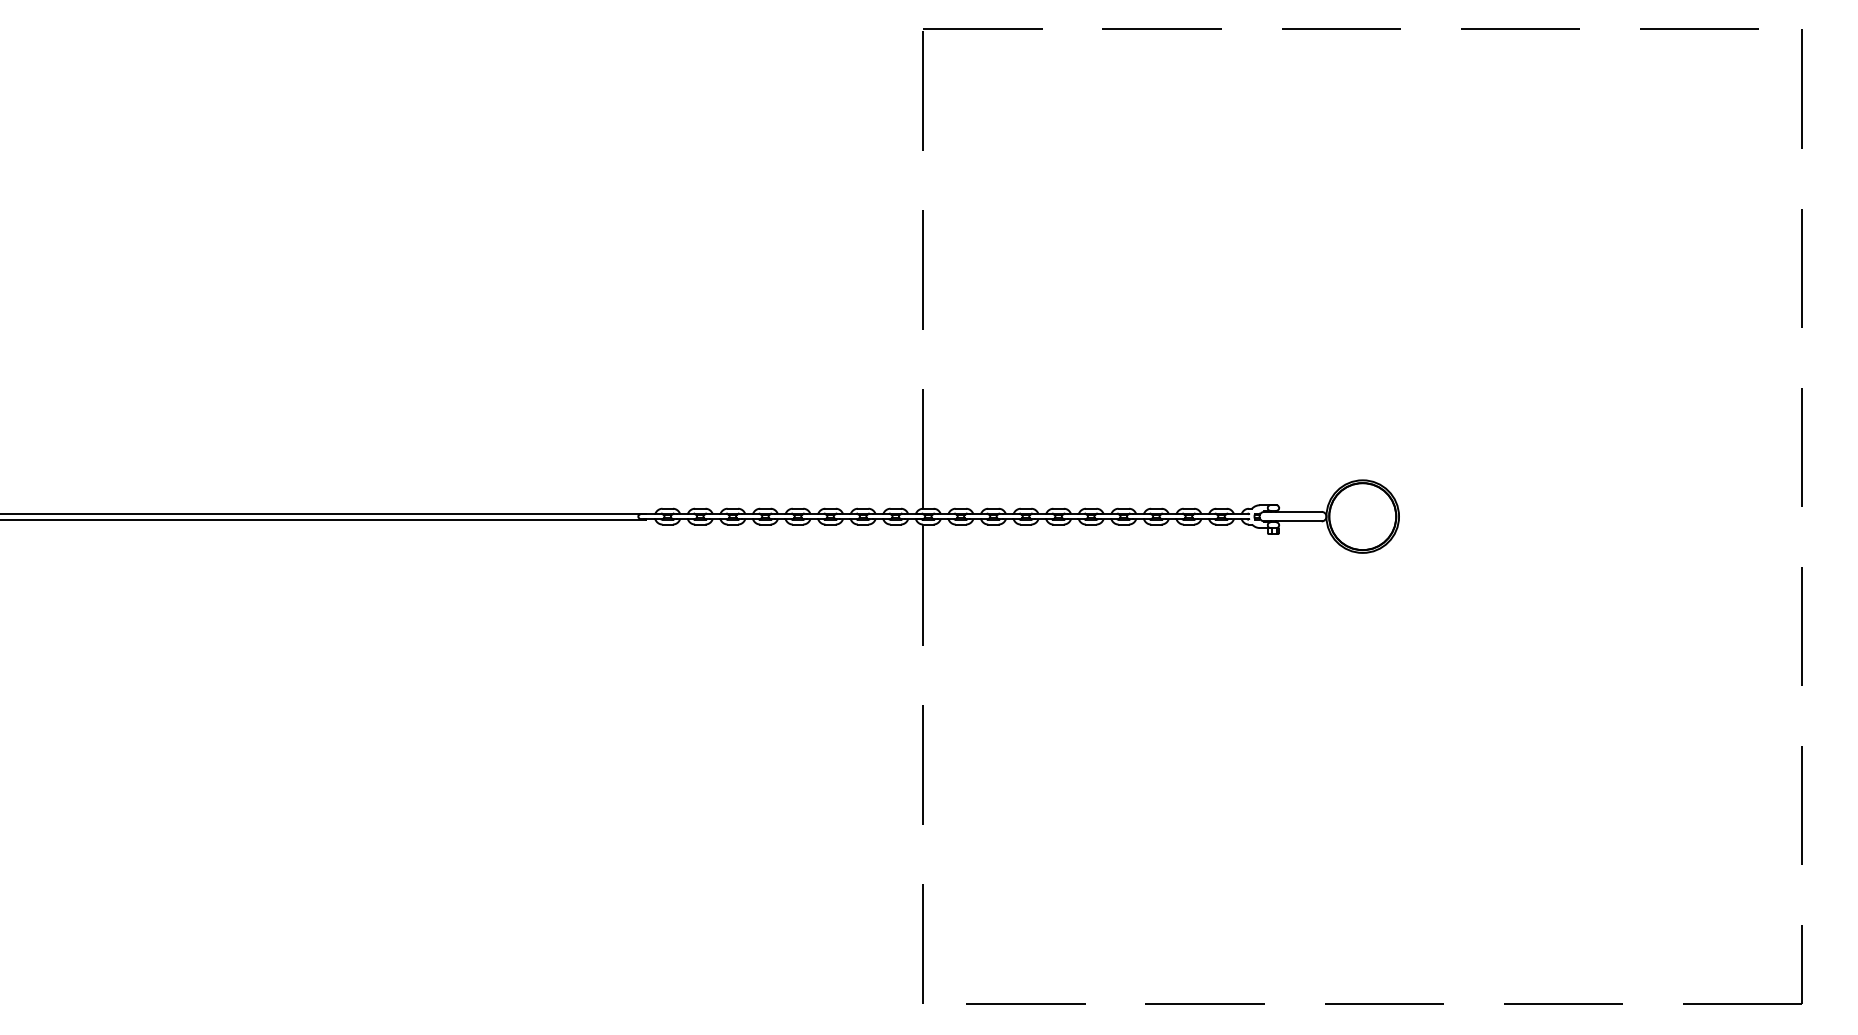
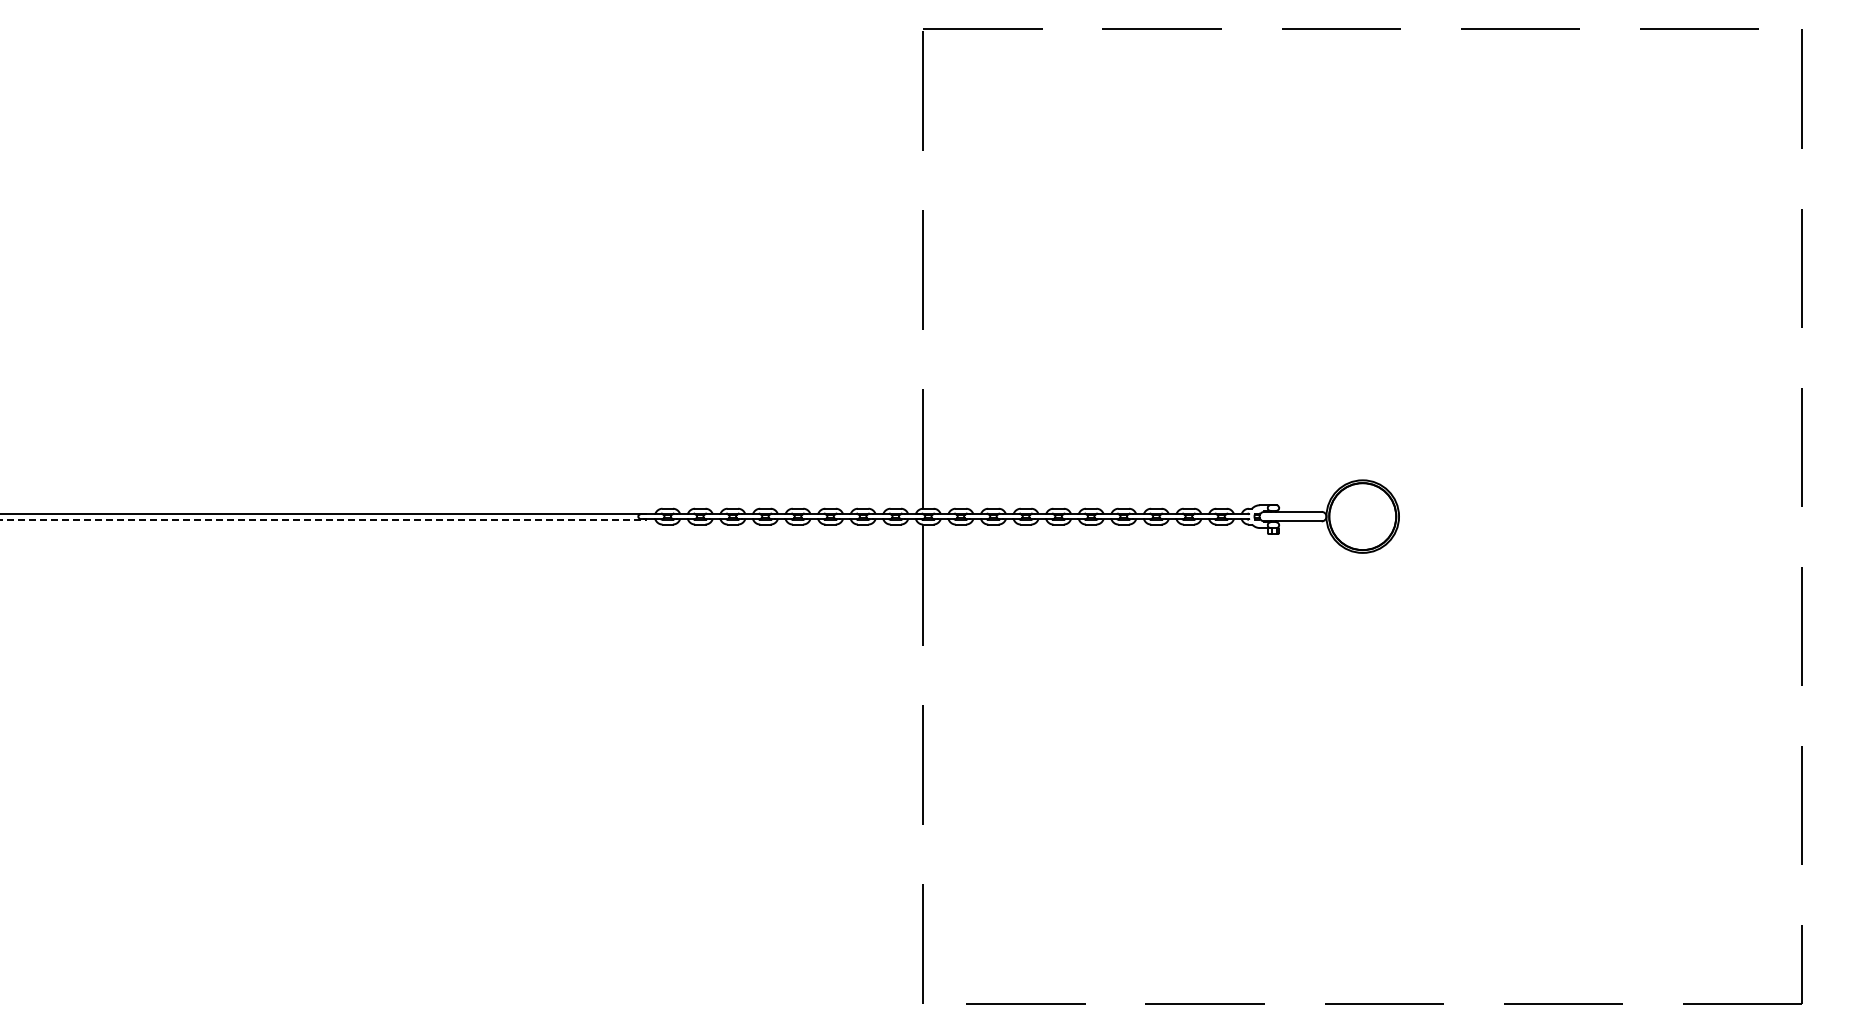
line at (323, 519): solid -> dashed
